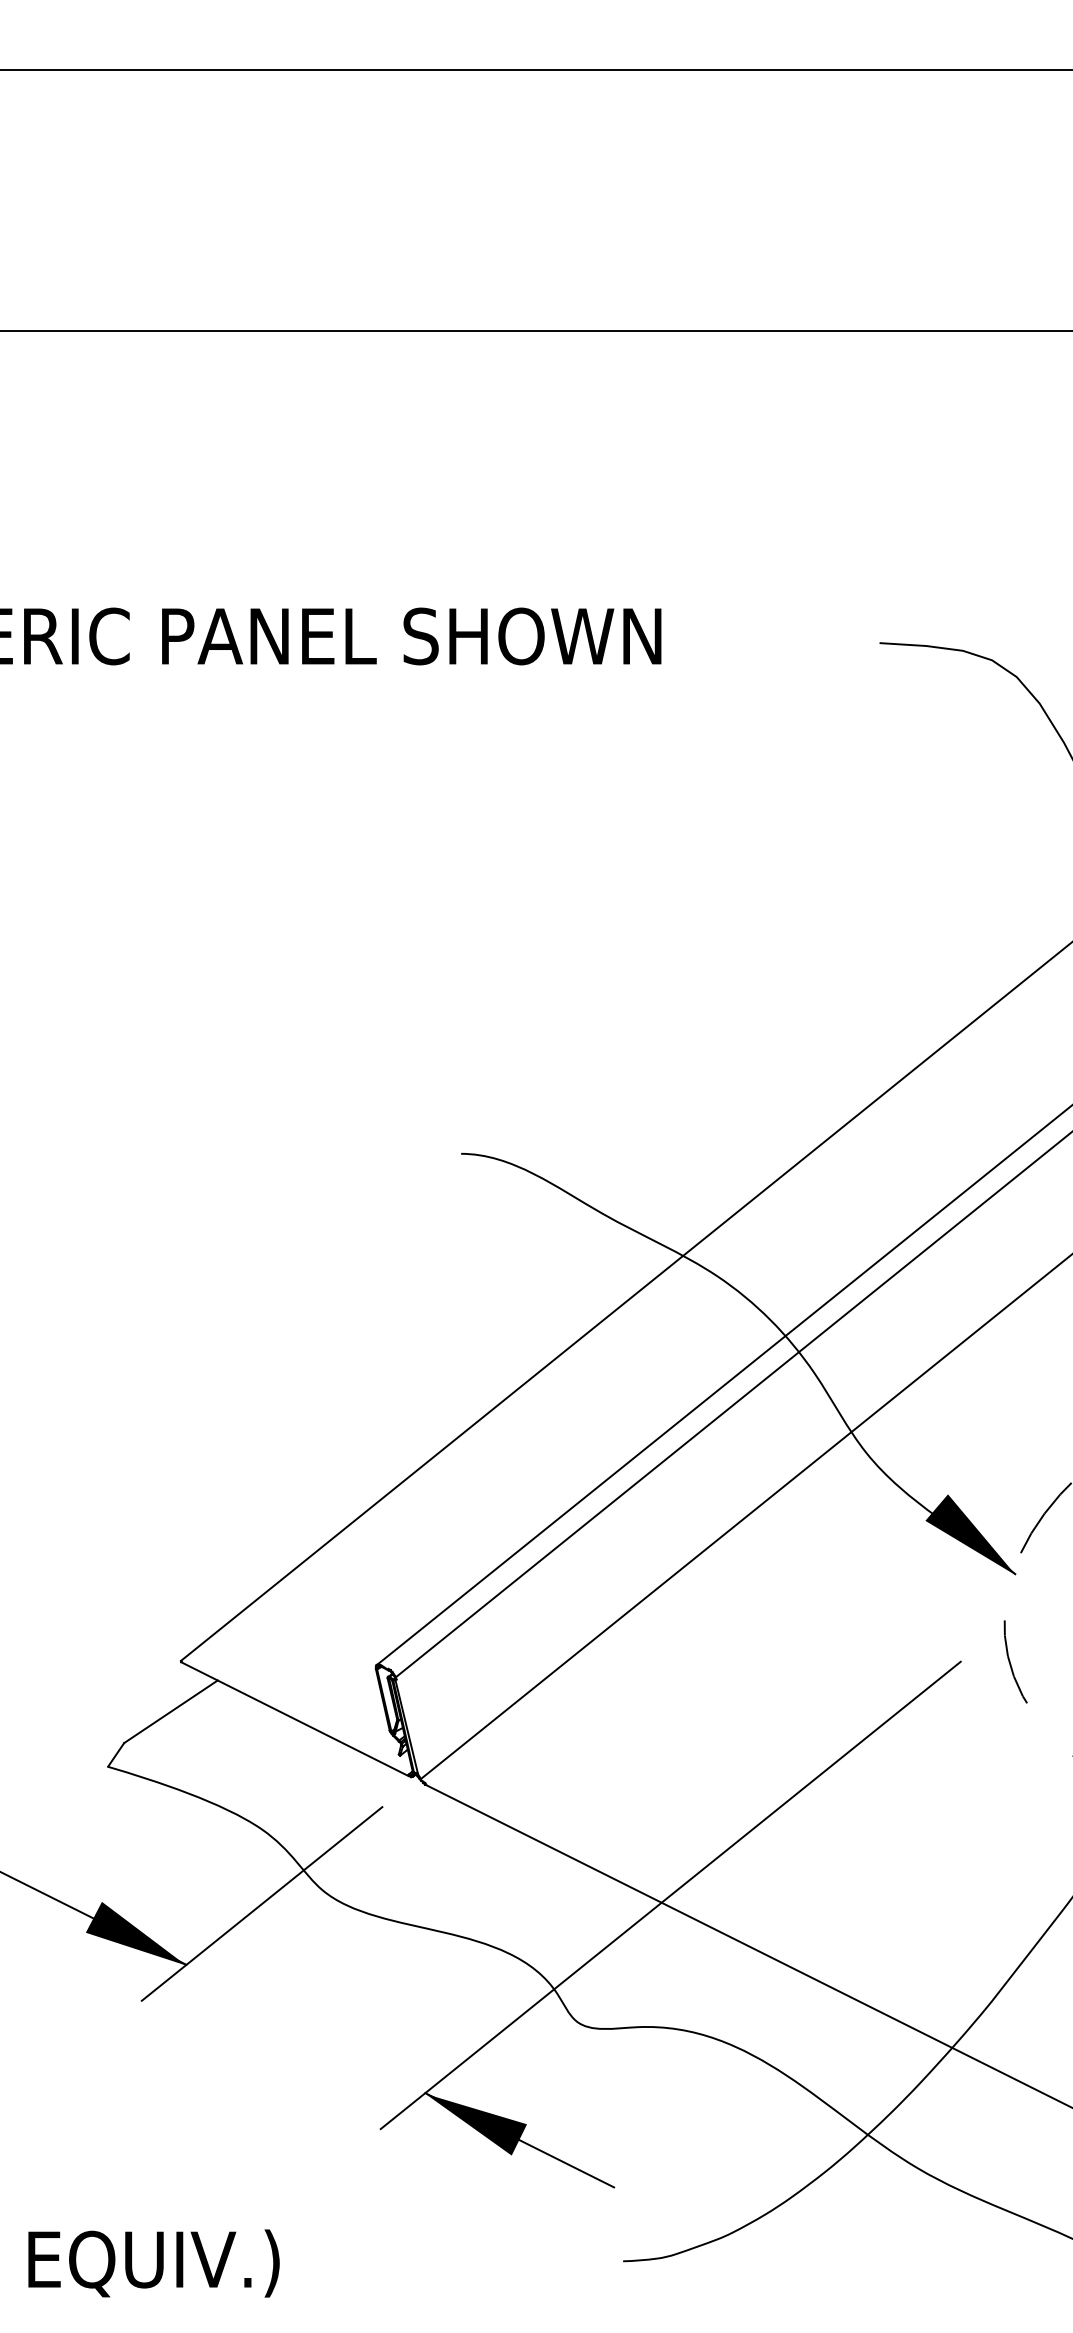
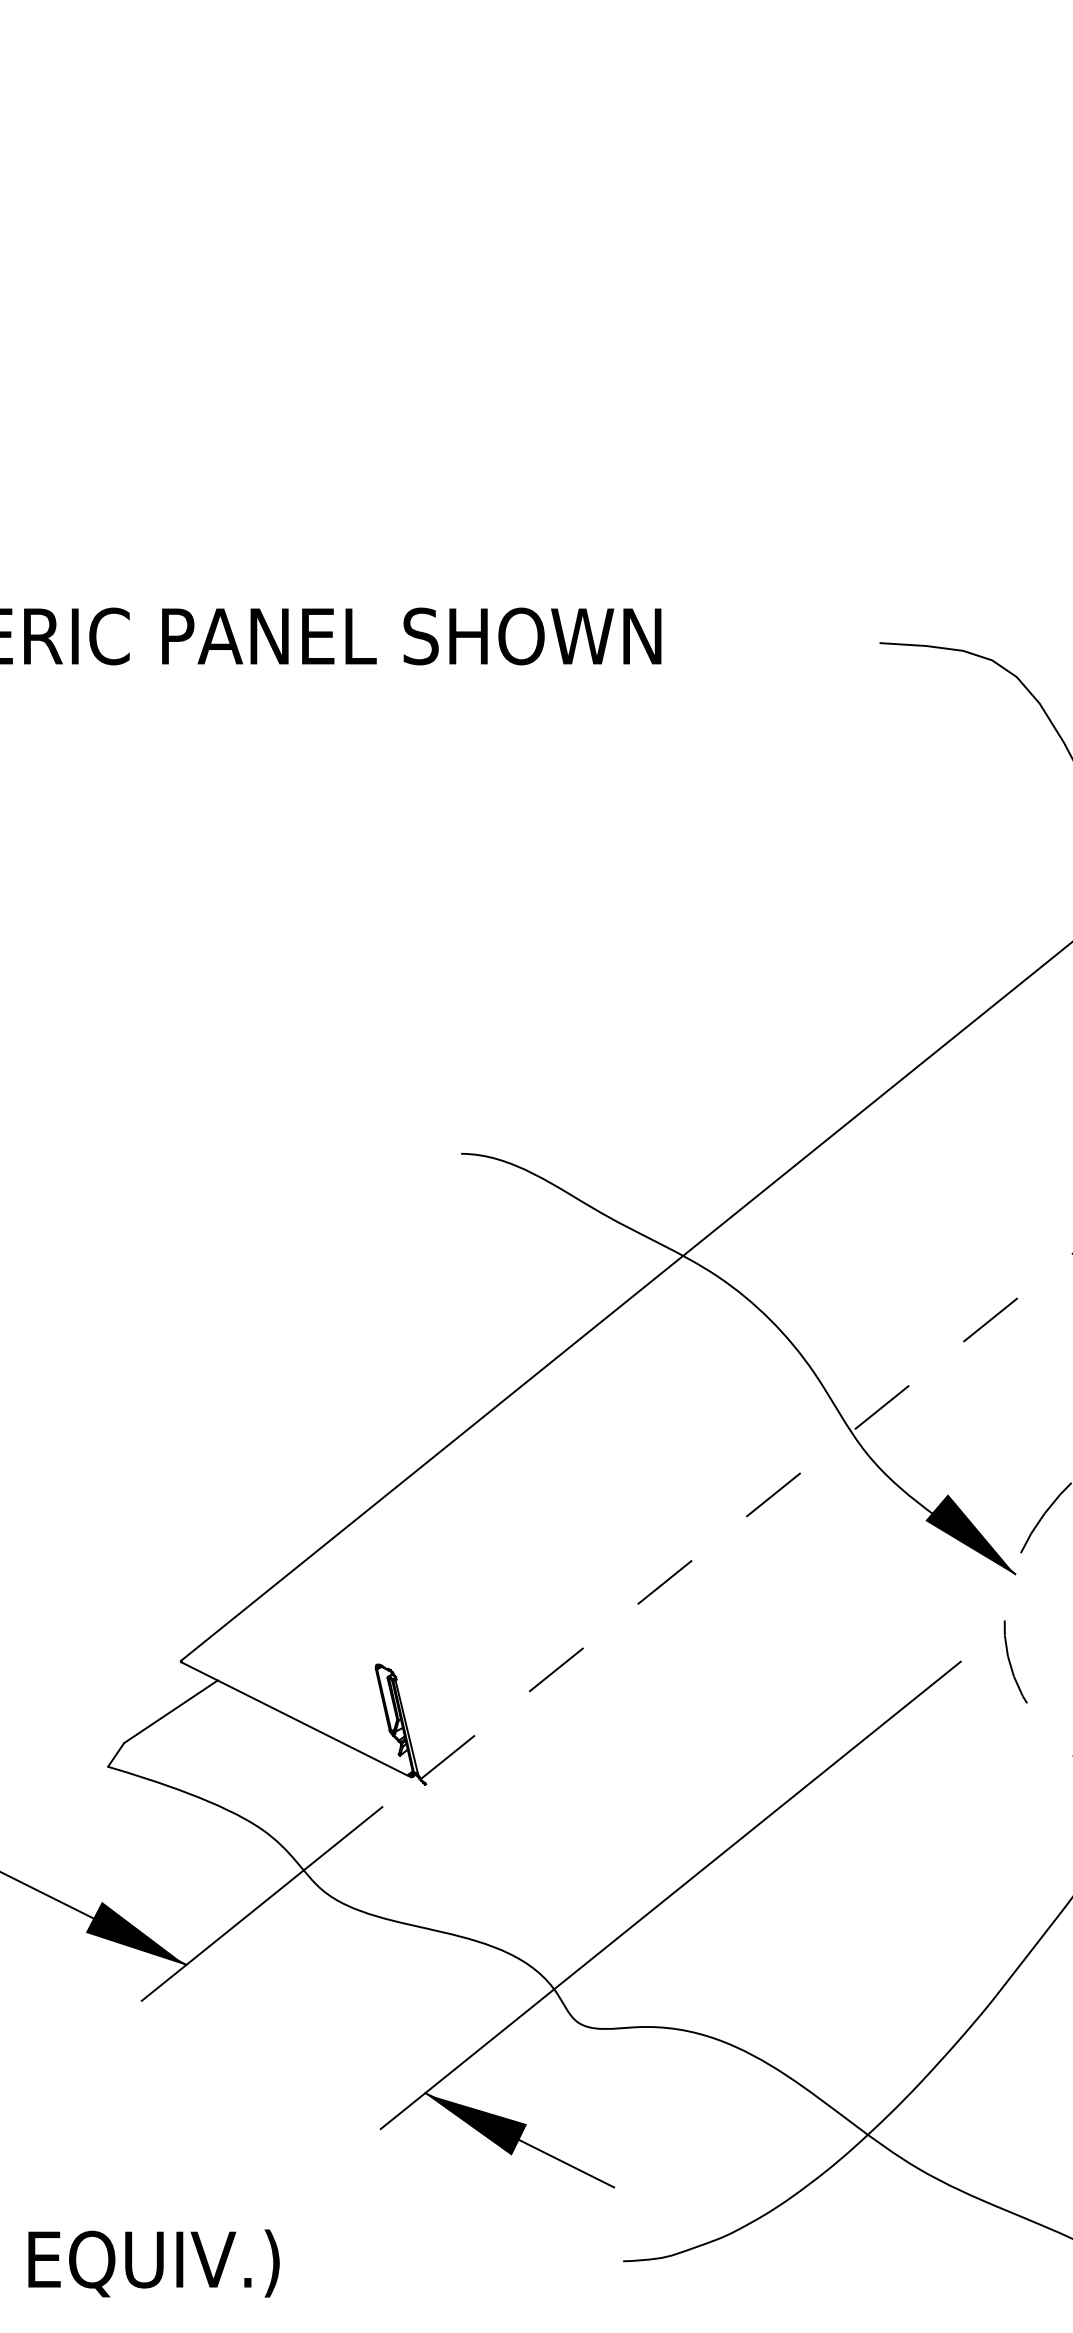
line at (535, 69): present -> none
line at (535, 331): present -> none
line at (722, 1386): present -> none
line at (732, 1405): present -> none
line at (746, 1516): solid -> dashed
line at (747, 1945): present -> none
